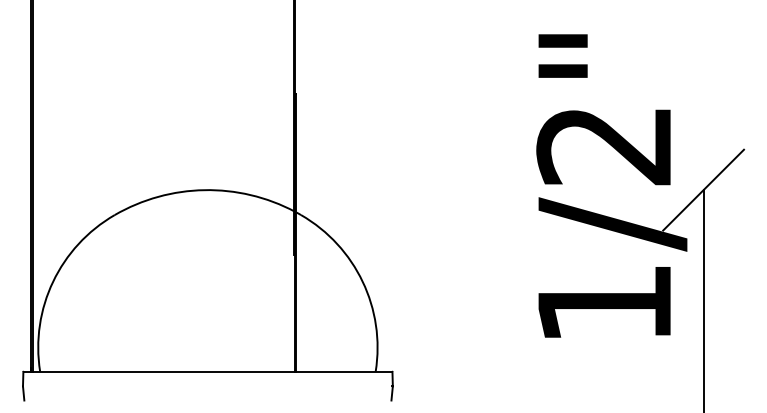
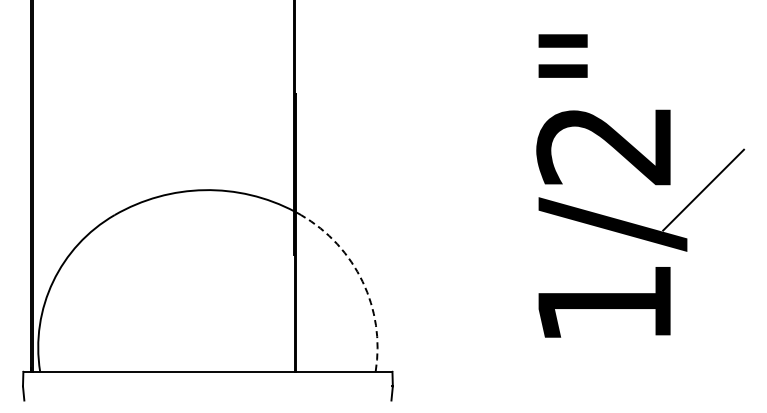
arc at (362, 281): solid -> dashed
line at (703, 299): present -> none
